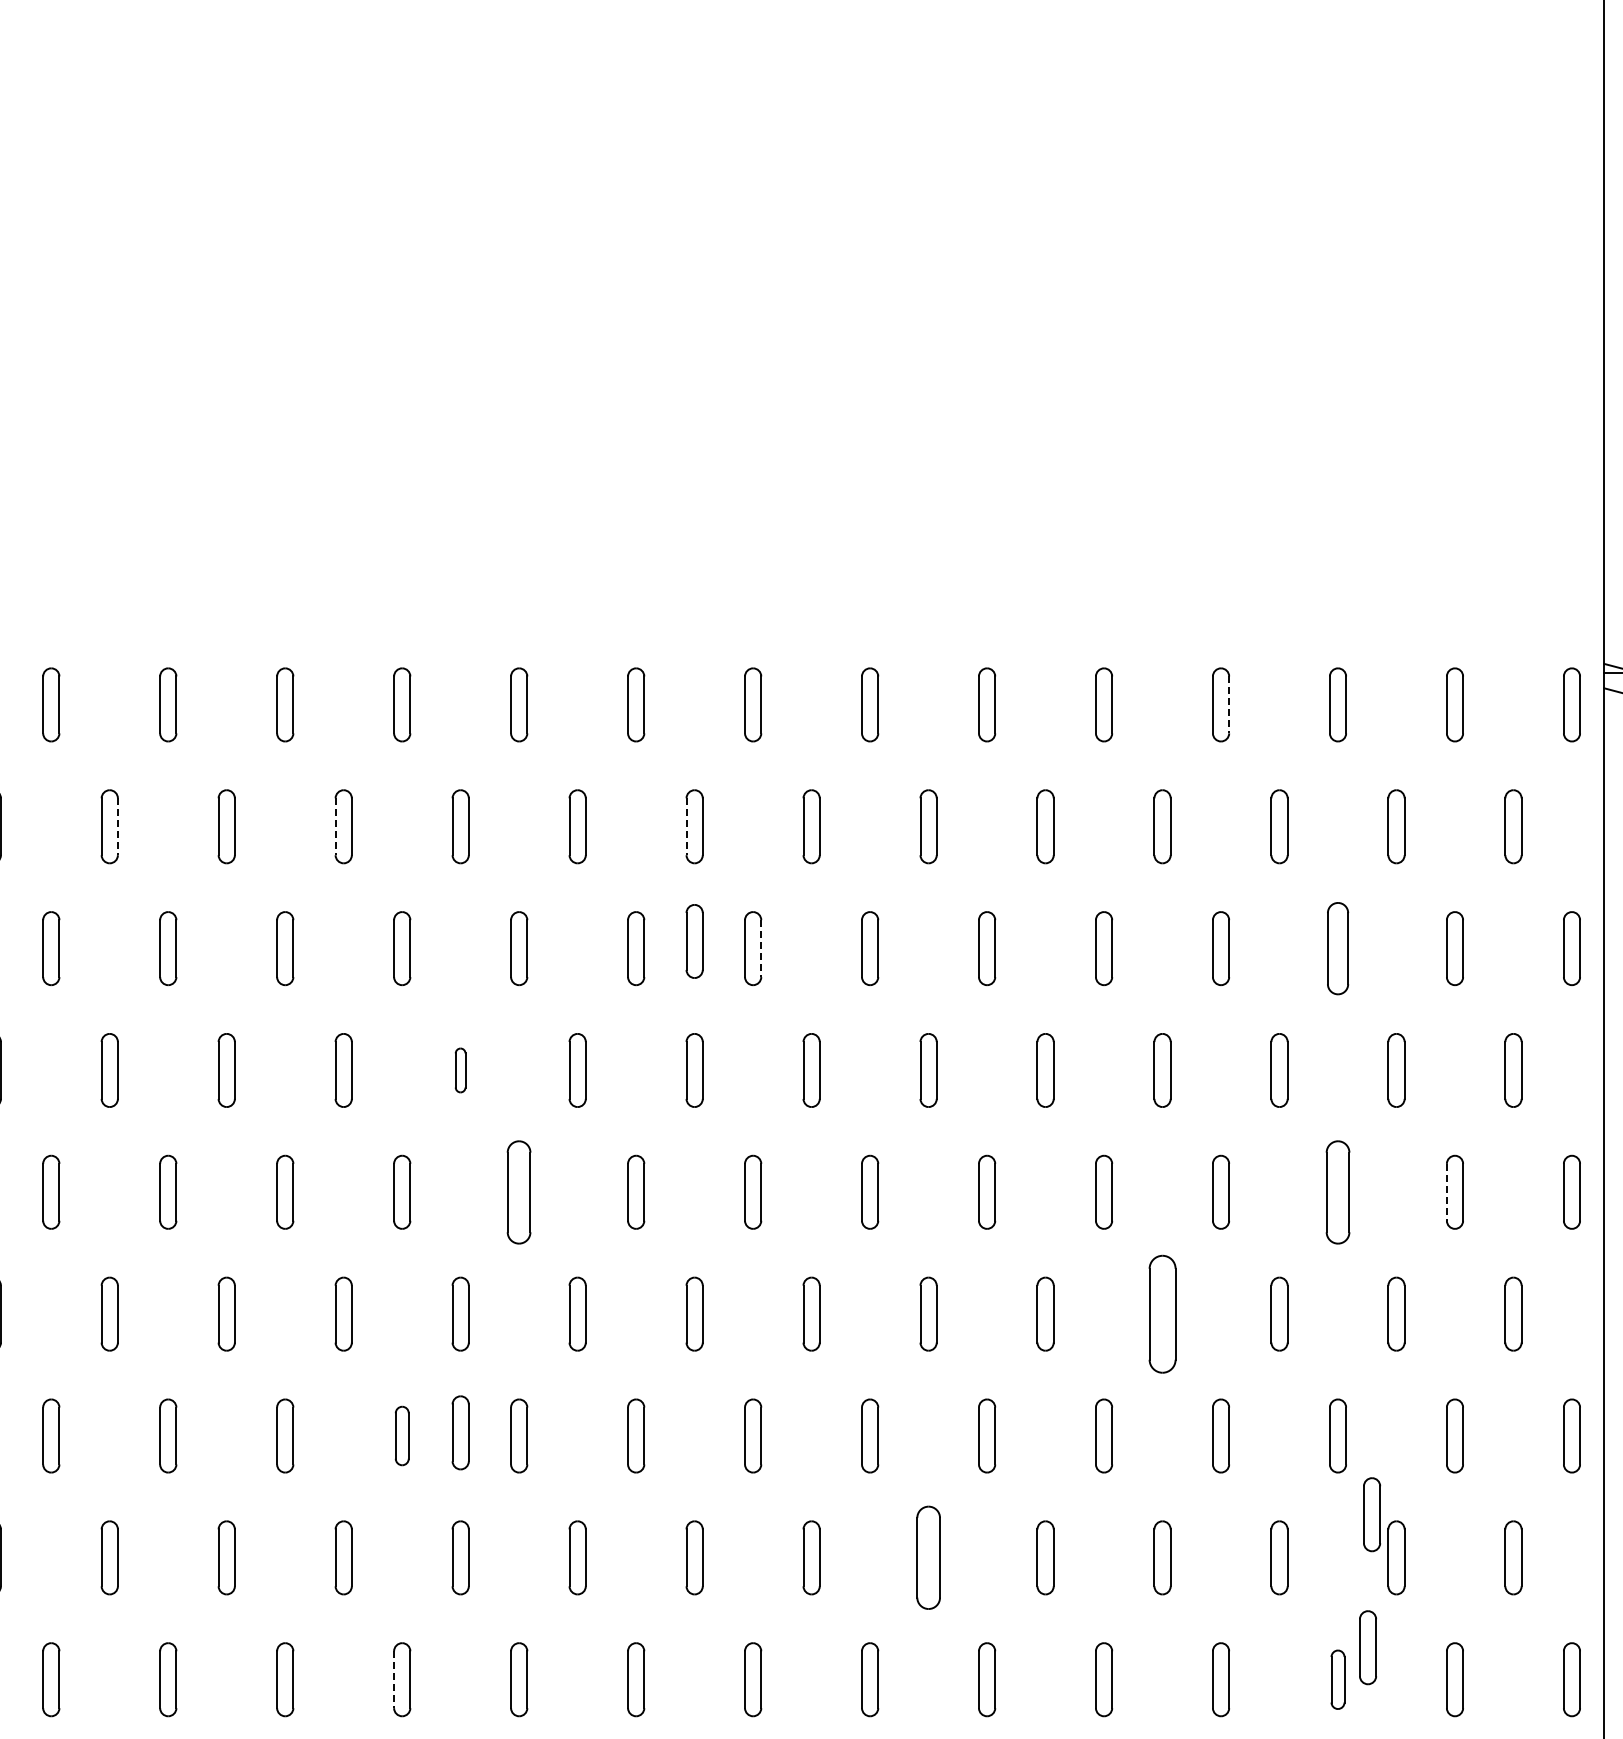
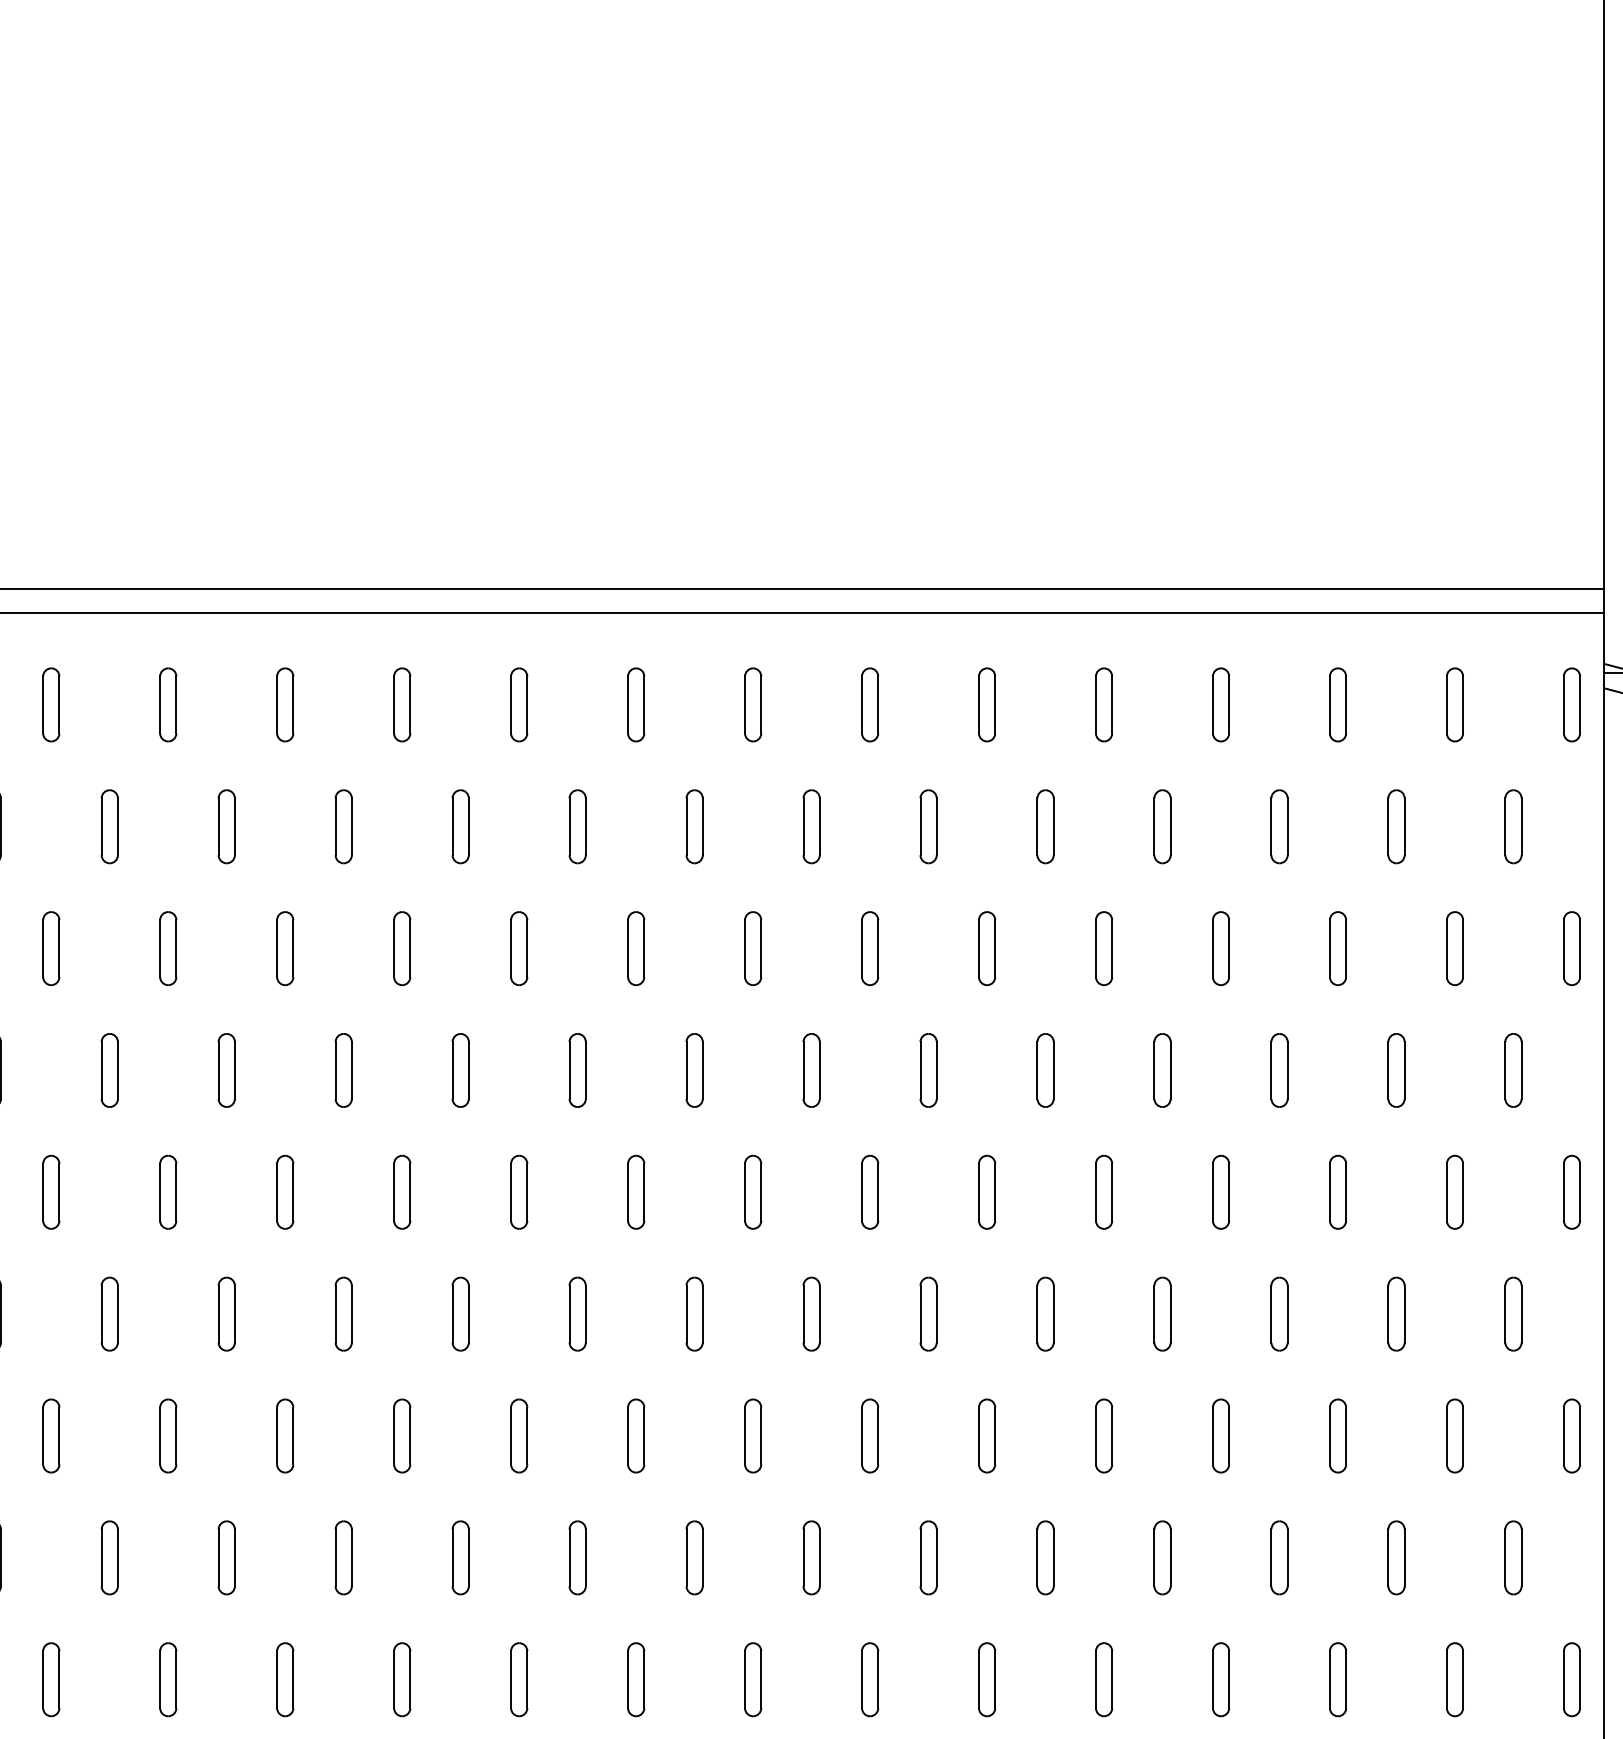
line at (803, 588): none -> present
line at (802, 612): none -> present
line at (1229, 705): dashed -> solid
line at (117, 827): dashed -> solid
line at (335, 827): dashed -> solid
line at (686, 827): dashed -> solid
part at (694, 941): present -> none
part at (1338, 948) size: 23x94 px -> 18x75 px
line at (761, 949): dashed -> solid
part at (460, 1070) size: 13x47 px -> 19x75 px
part at (518, 1192) size: 26x105 px -> 19x76 px
part at (1337, 1192) size: 26x105 px -> 18x76 px
line at (1446, 1192): dashed -> solid
part at (1162, 1313) size: 29x120 px -> 19x76 px
part at (460, 1432): present -> none
part at (401, 1435) size: 16x62 px -> 19x76 px
part at (1372, 1514): present -> none
part at (928, 1557) size: 25x105 px -> 19x76 px
part at (1367, 1647): present -> none
part at (1337, 1679) size: 16x61 px -> 18x76 px
line at (394, 1680): dashed -> solid
